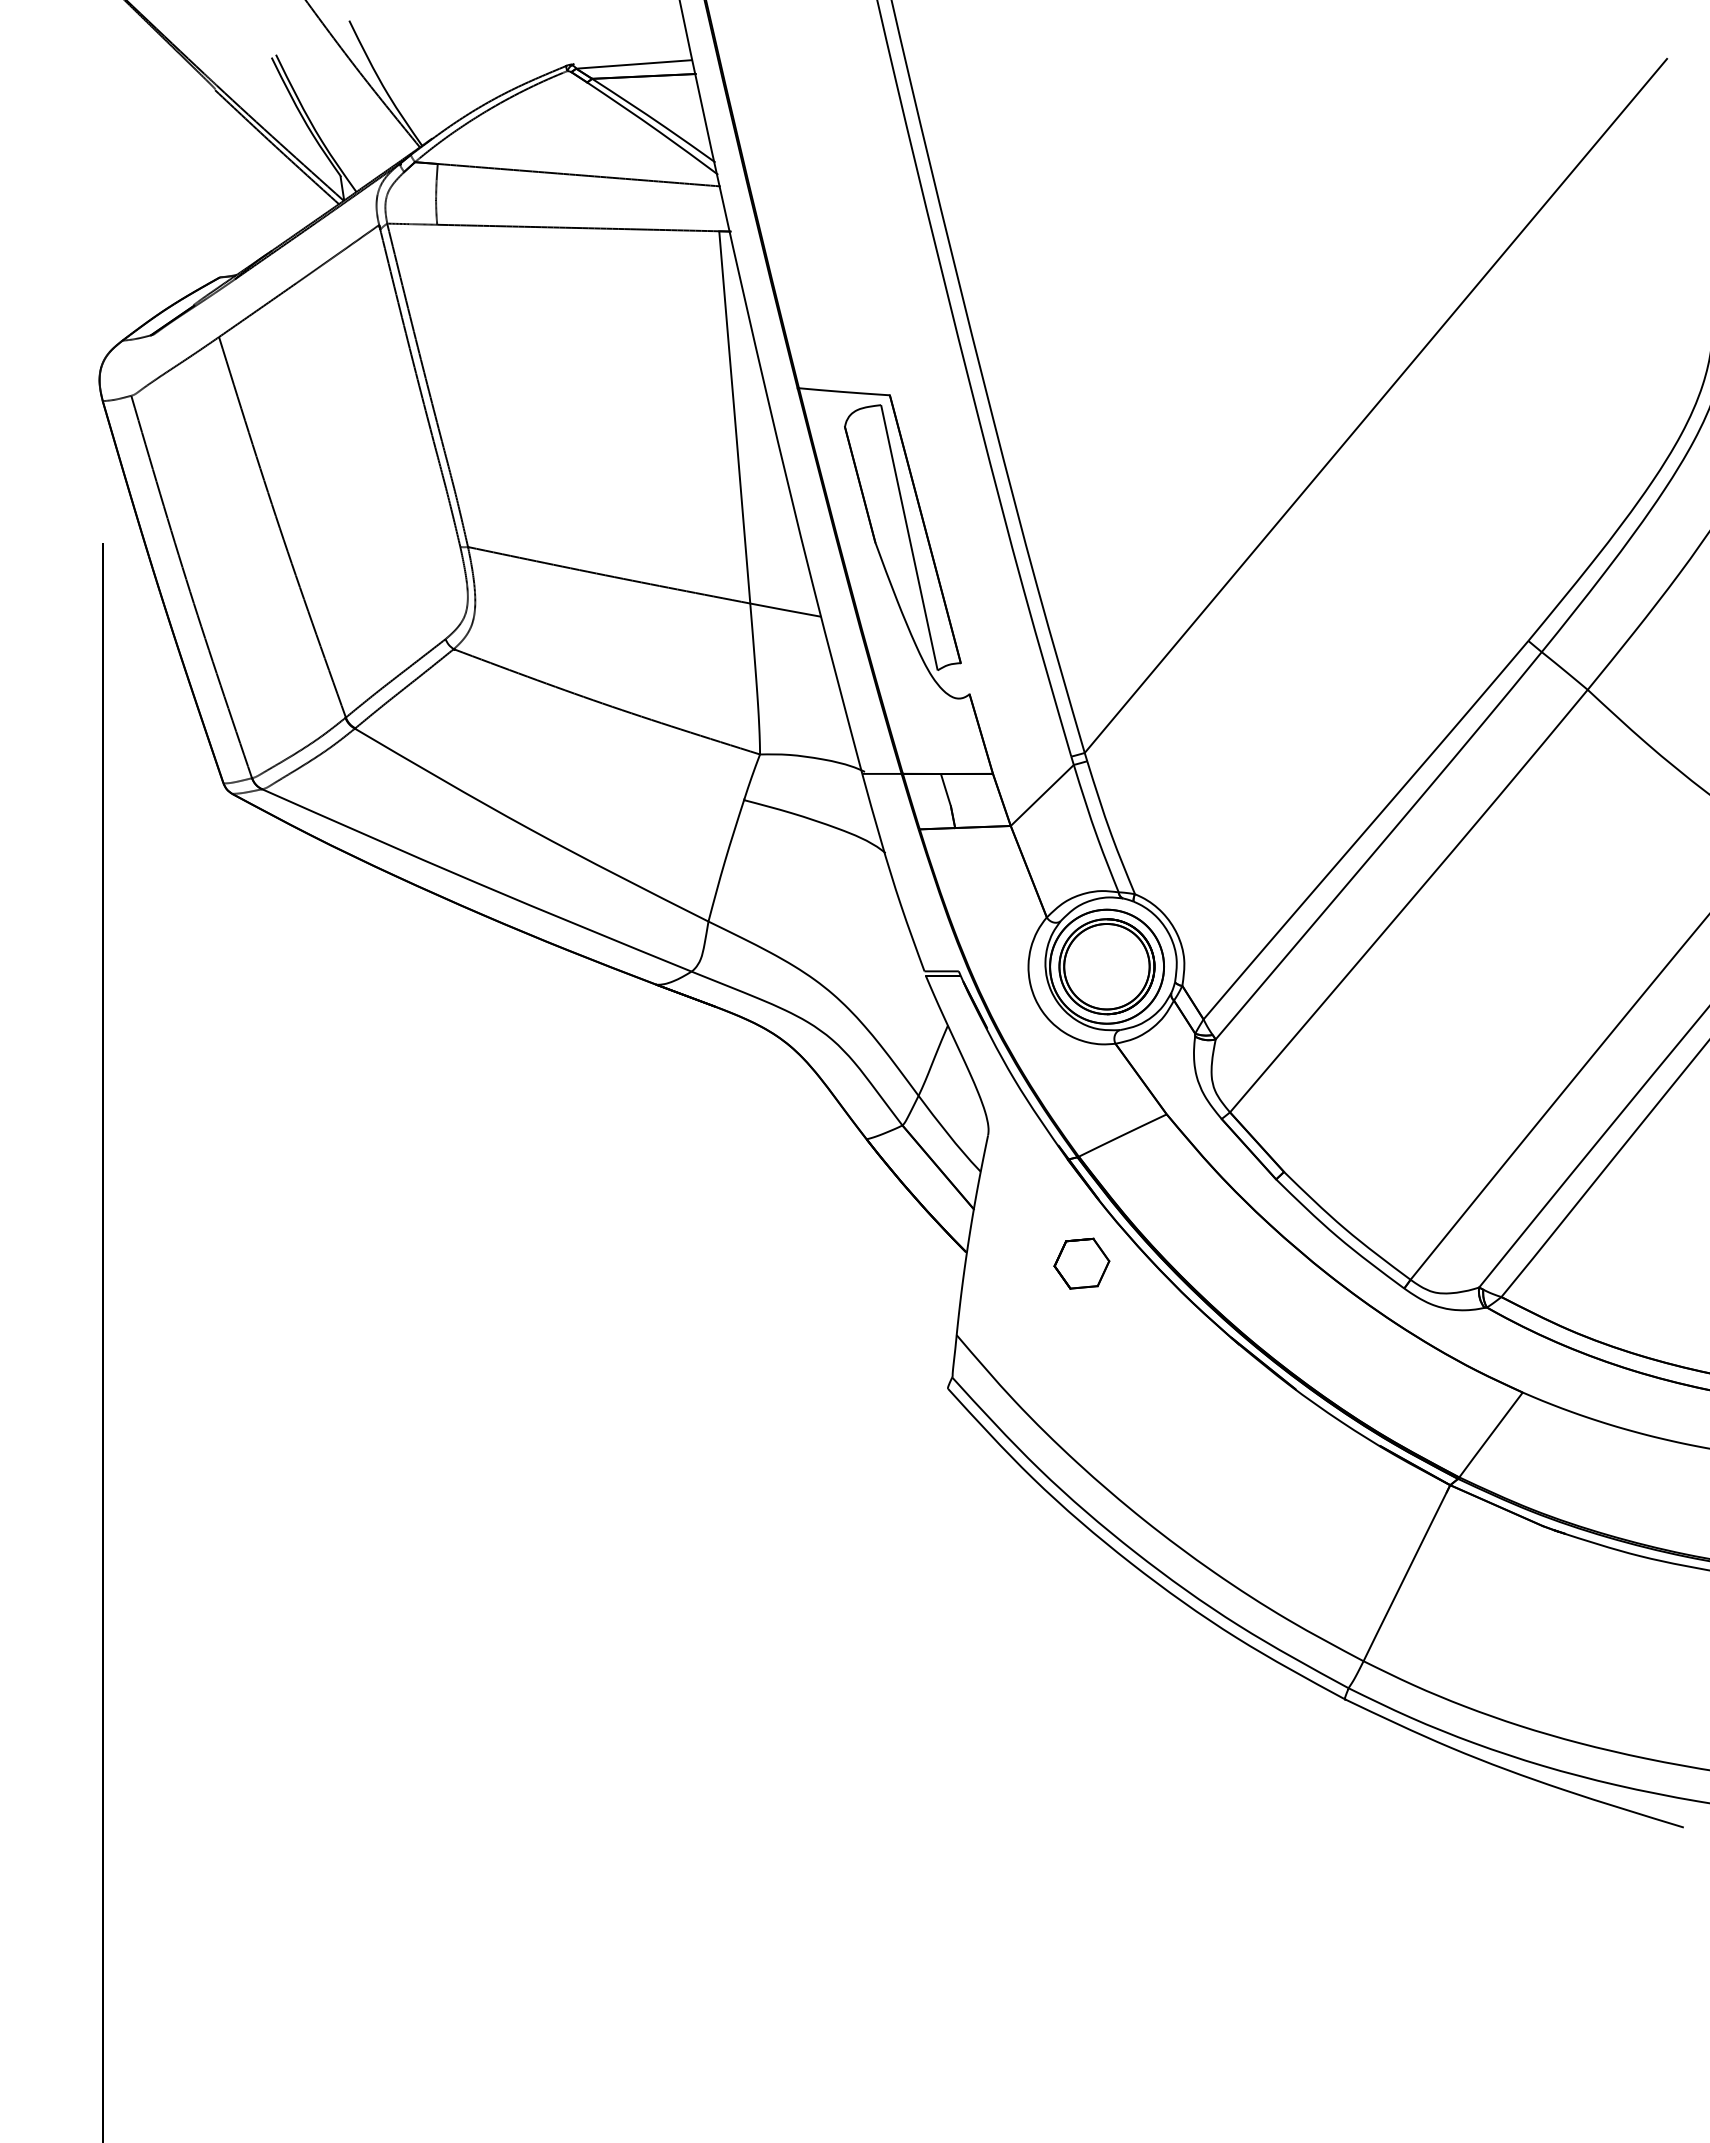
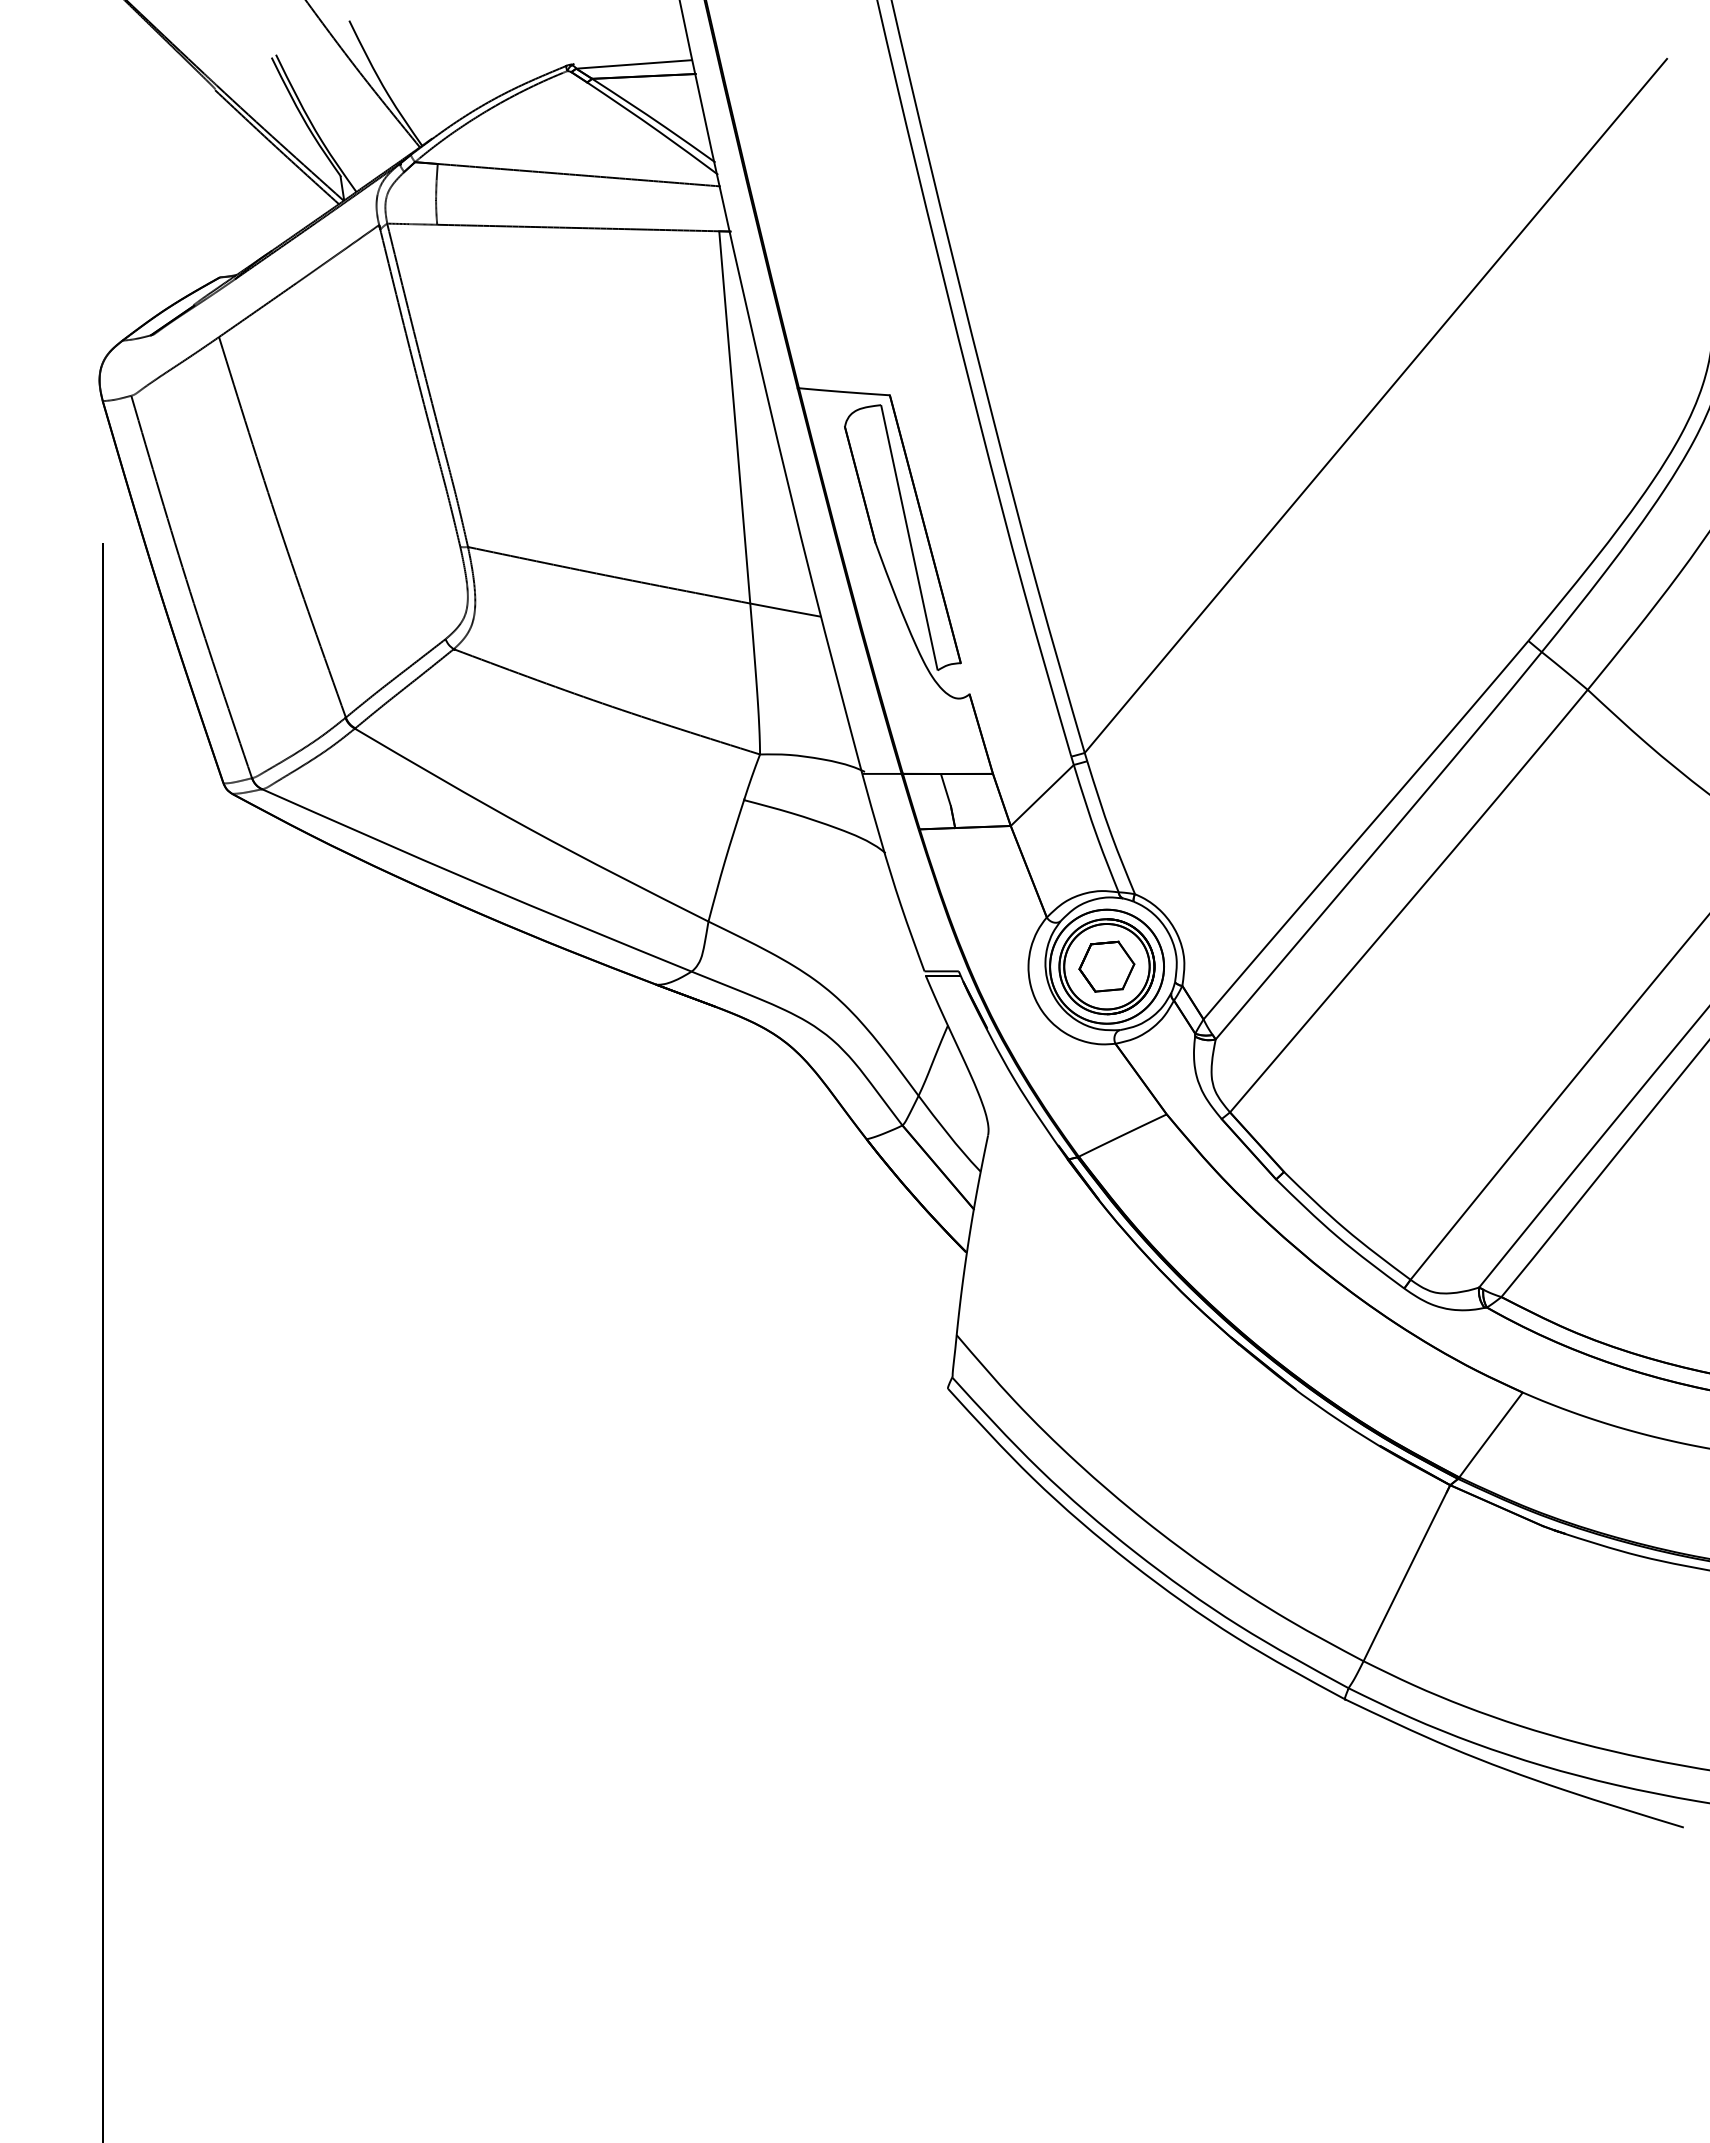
part at (1081, 1263) position: (1081, 1263) -> (1106, 966)
